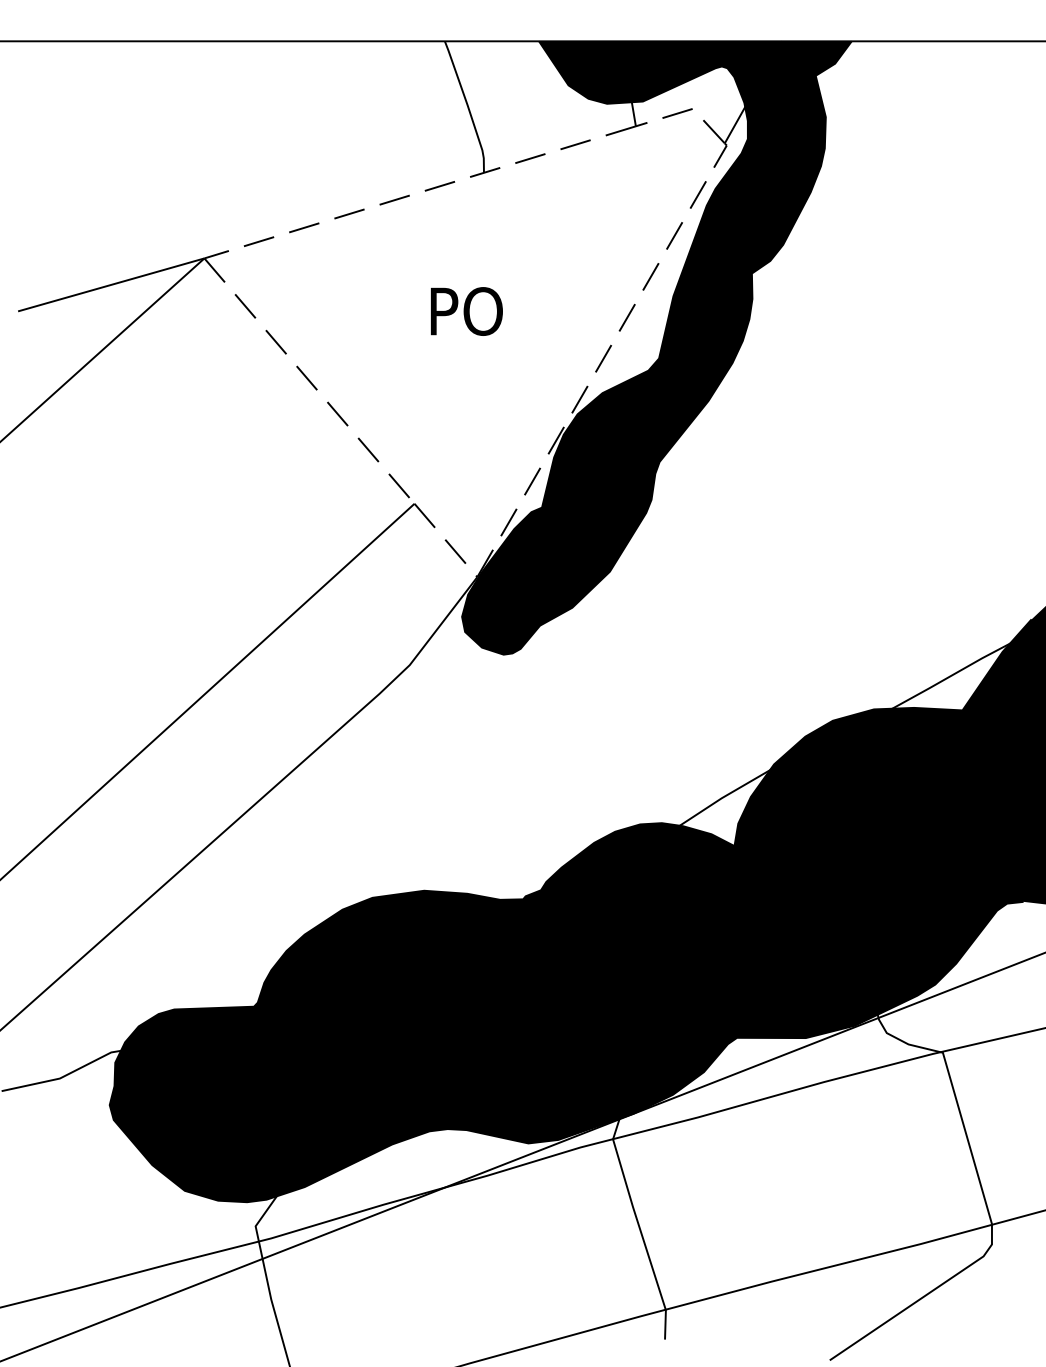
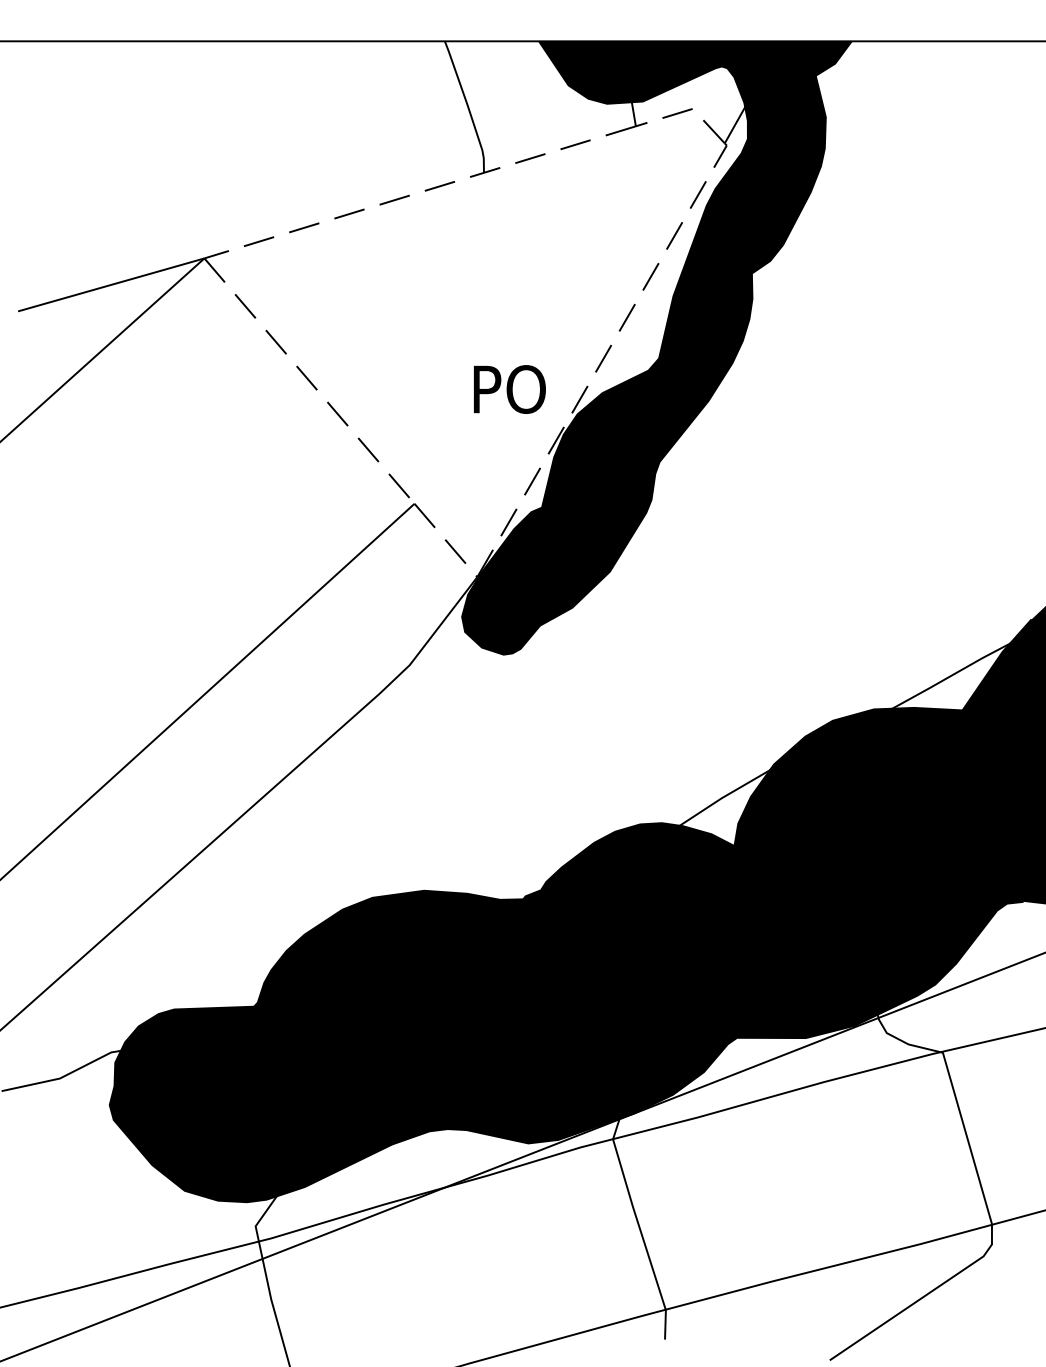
text at (466, 311) position: (466, 311) -> (509, 389)
